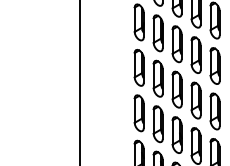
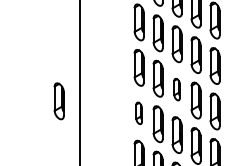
part at (176, 89) size: 12x39 px -> 8x24 px
part at (58, 101): none -> present
part at (138, 113) size: 12x39 px -> 8x25 px
